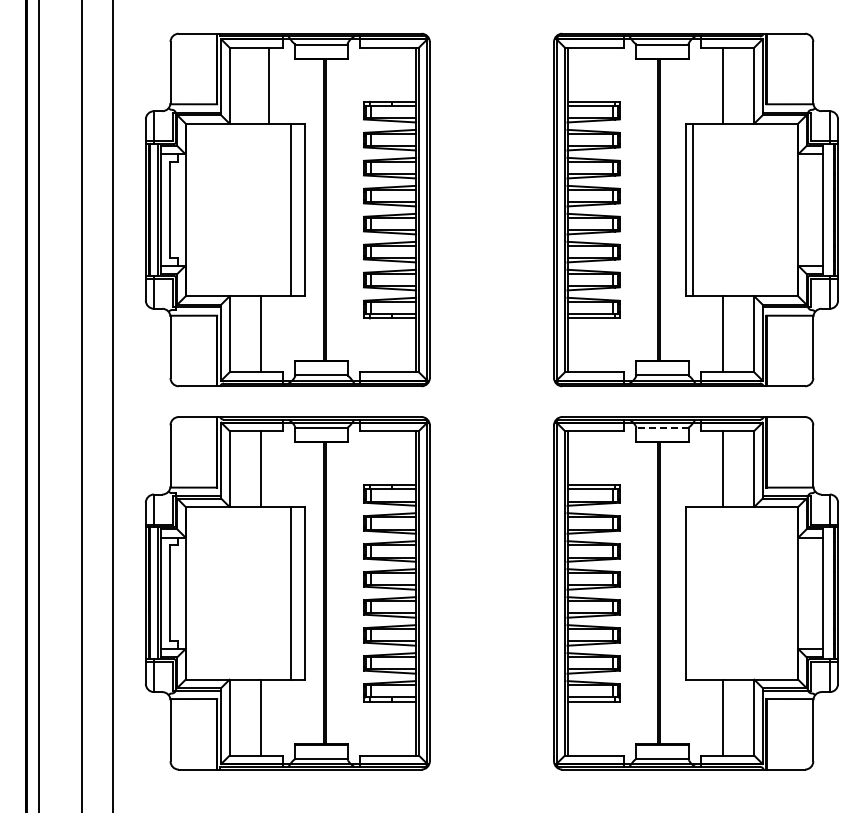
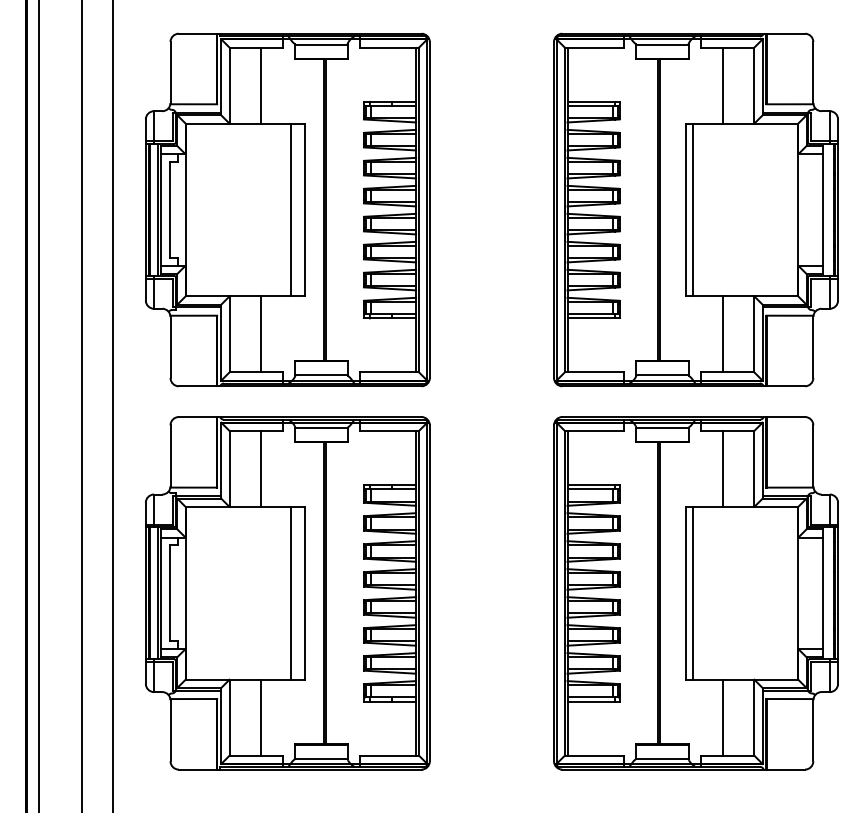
line at (269, 85) position: (269, 85) -> (261, 85)
line at (661, 427): dashed -> solid
line at (692, 592): none -> present
